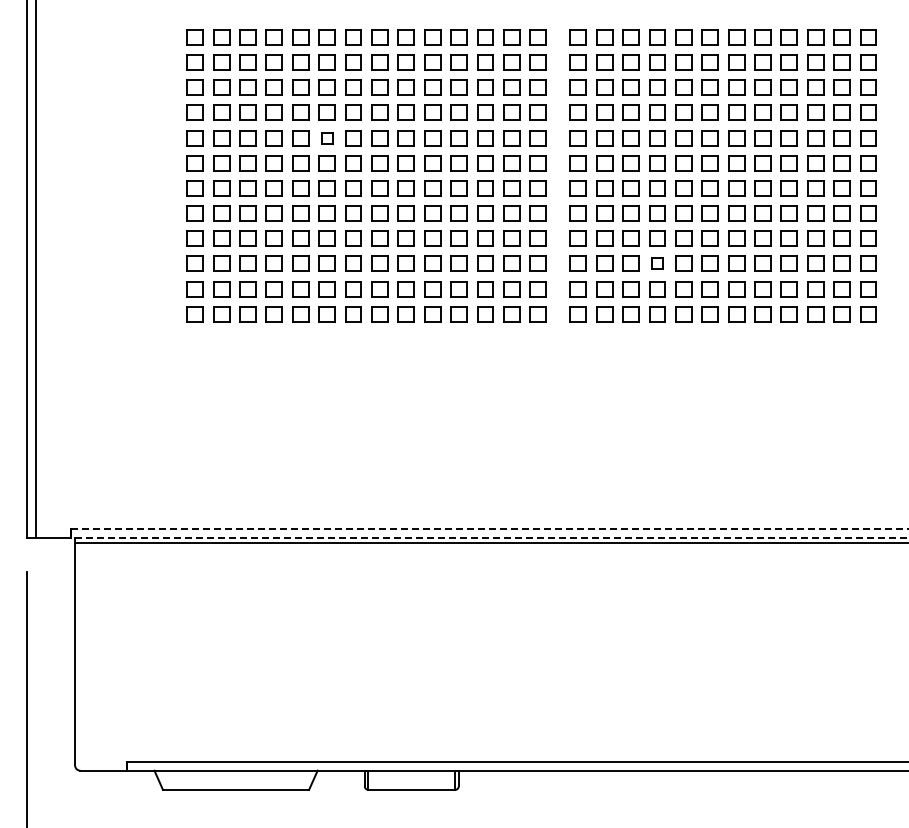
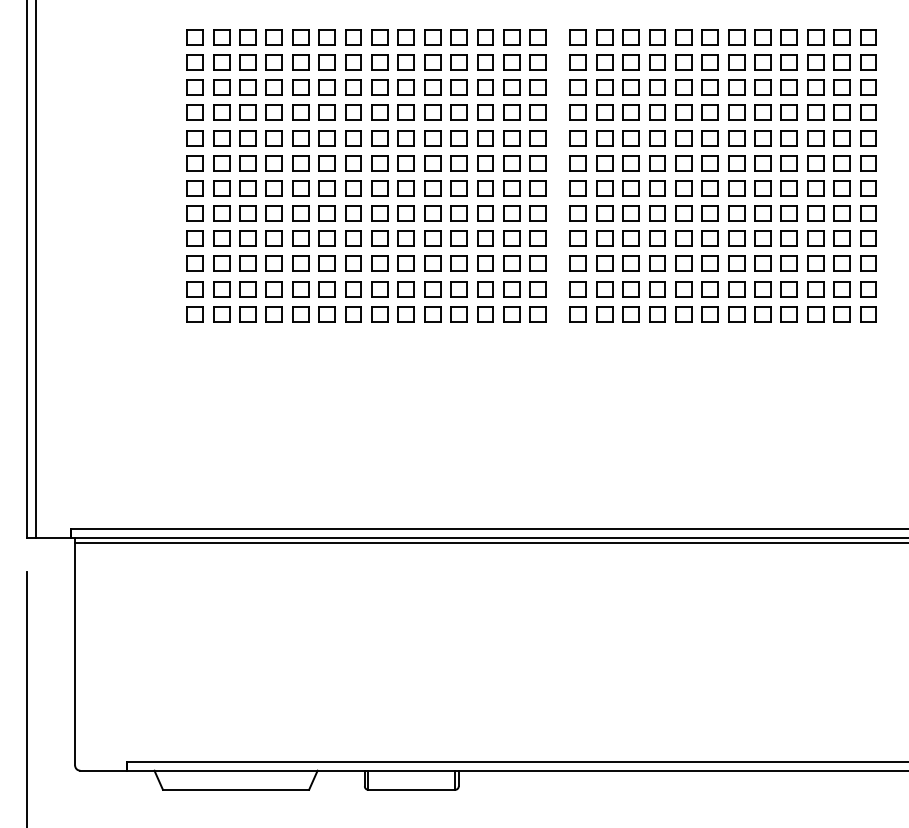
part at (327, 138) size: 13x13 px -> 18x17 px
part at (657, 263) size: 13x13 px -> 17x17 px
line at (489, 528): dashed -> solid
line at (489, 537): dashed -> solid
